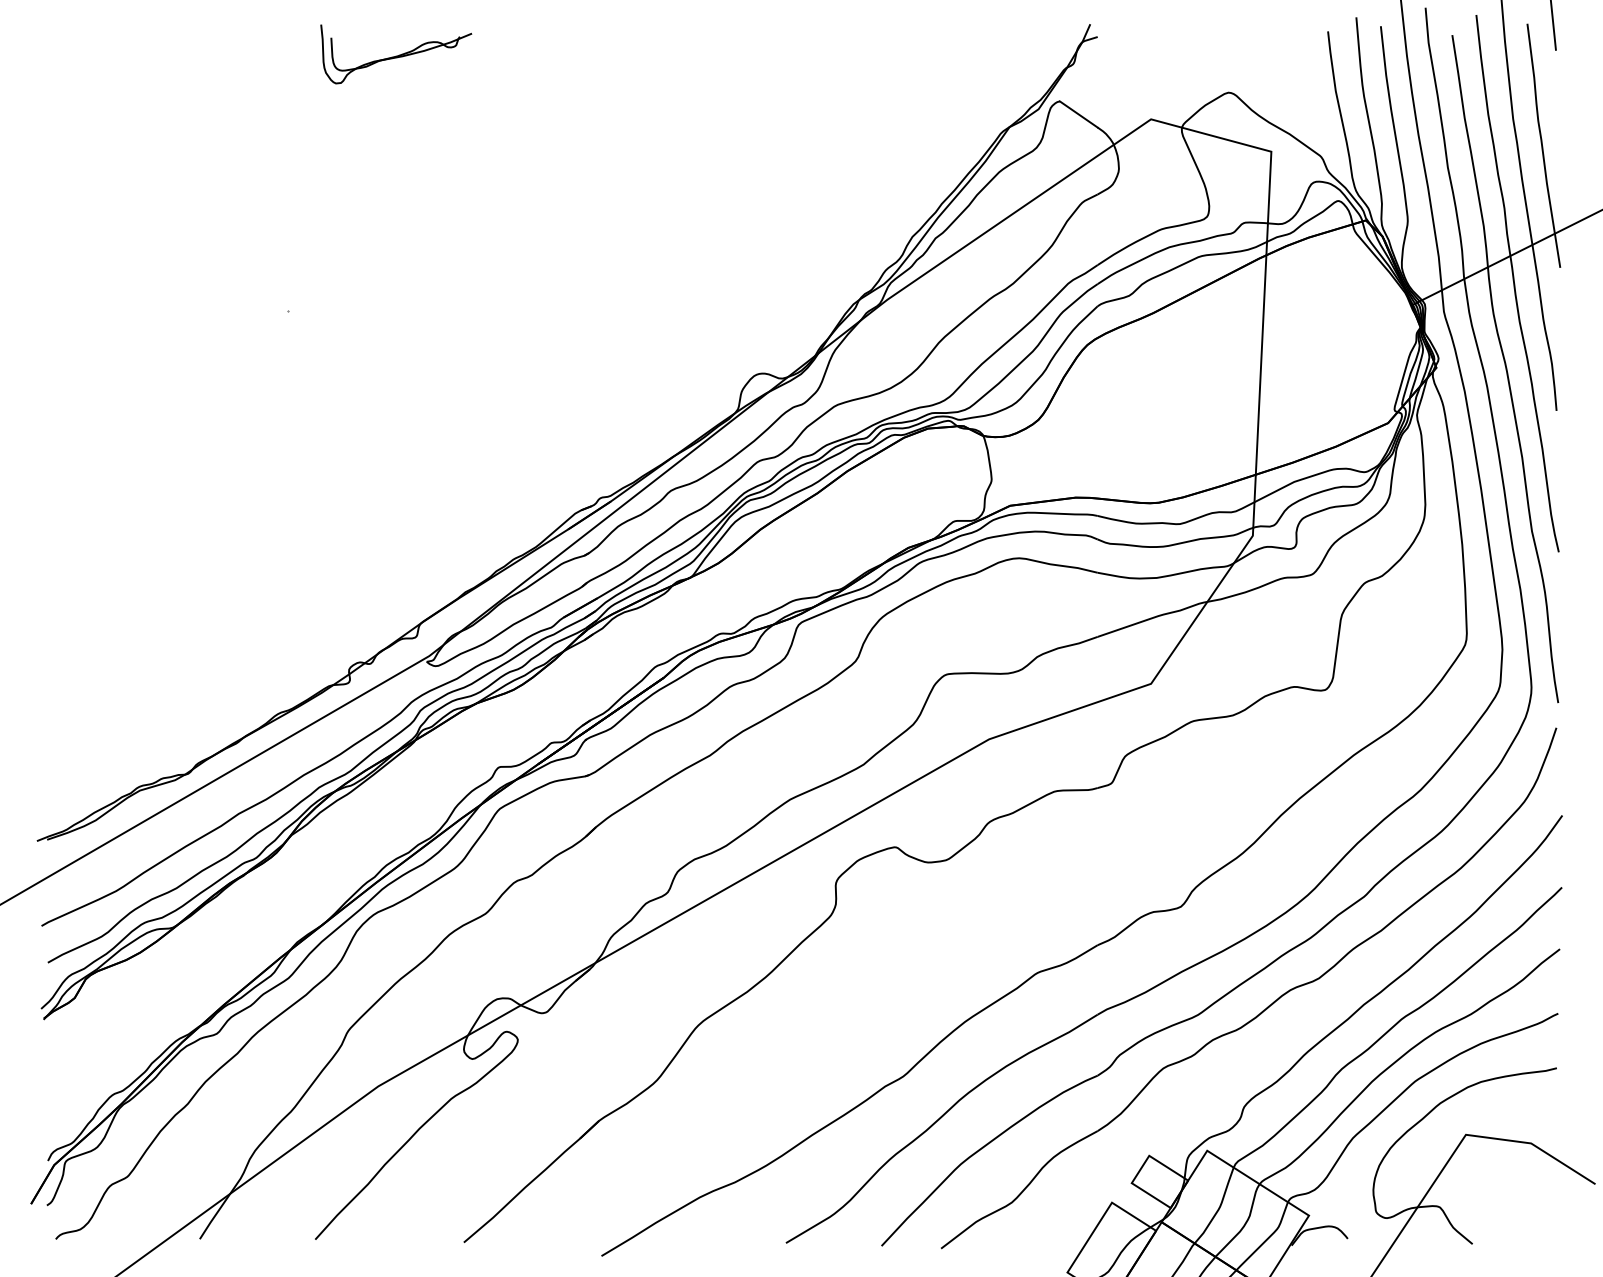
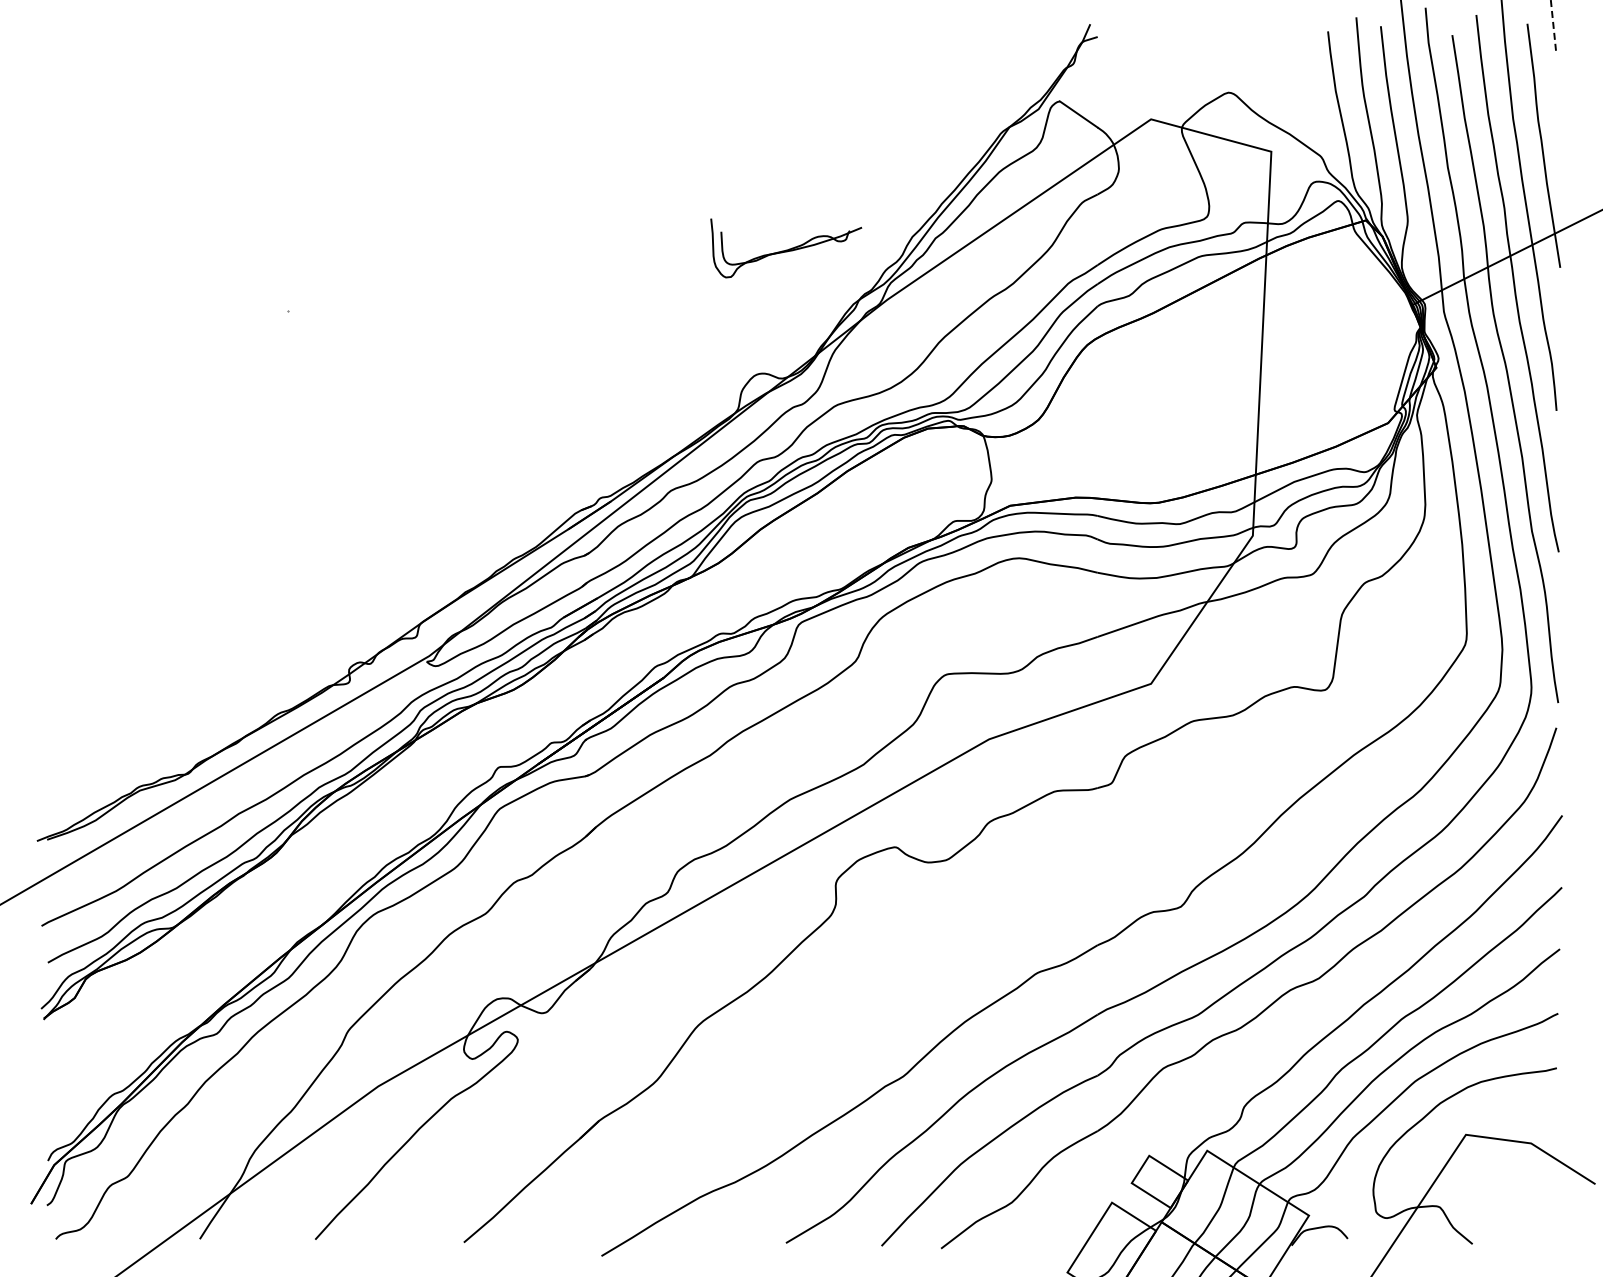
line at (1553, 25): solid -> dashed
part at (396, 54) position: (396, 54) -> (786, 248)
